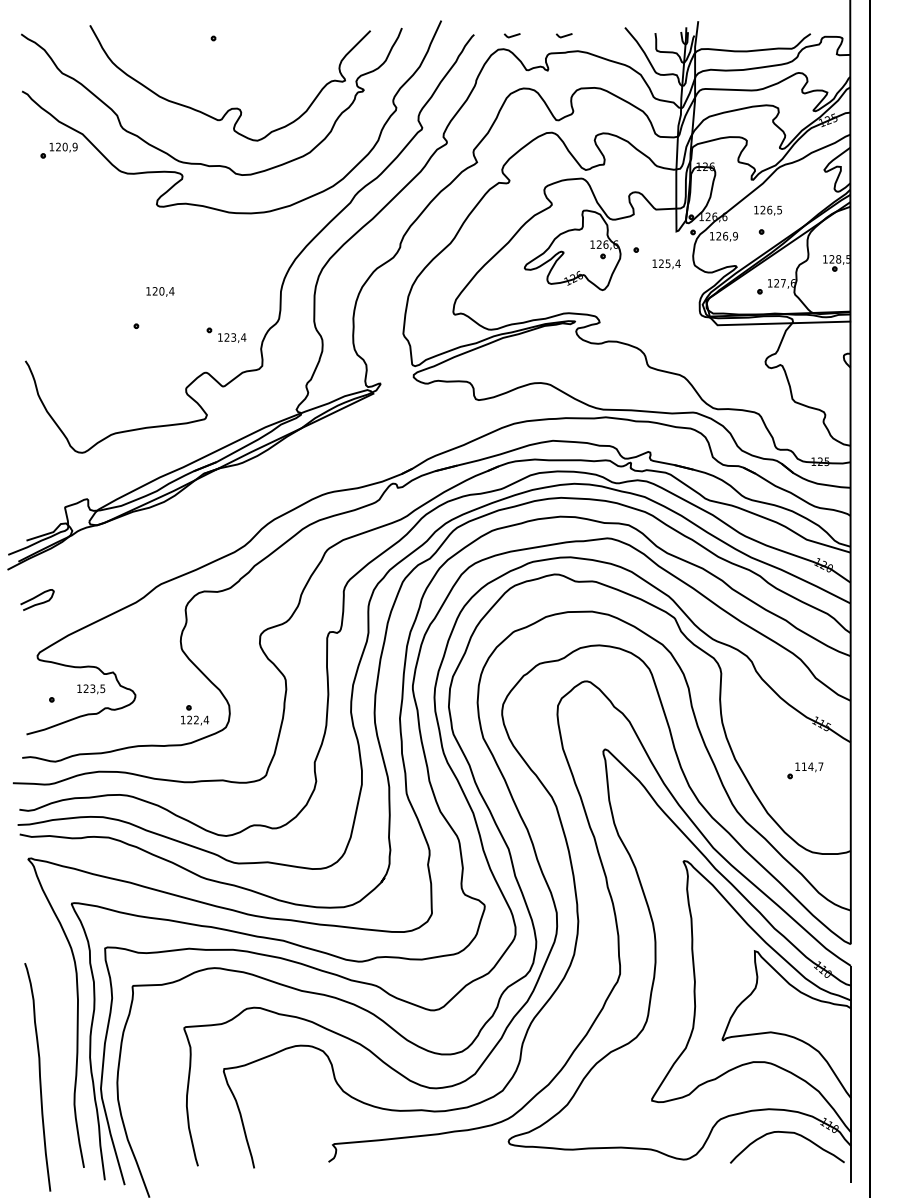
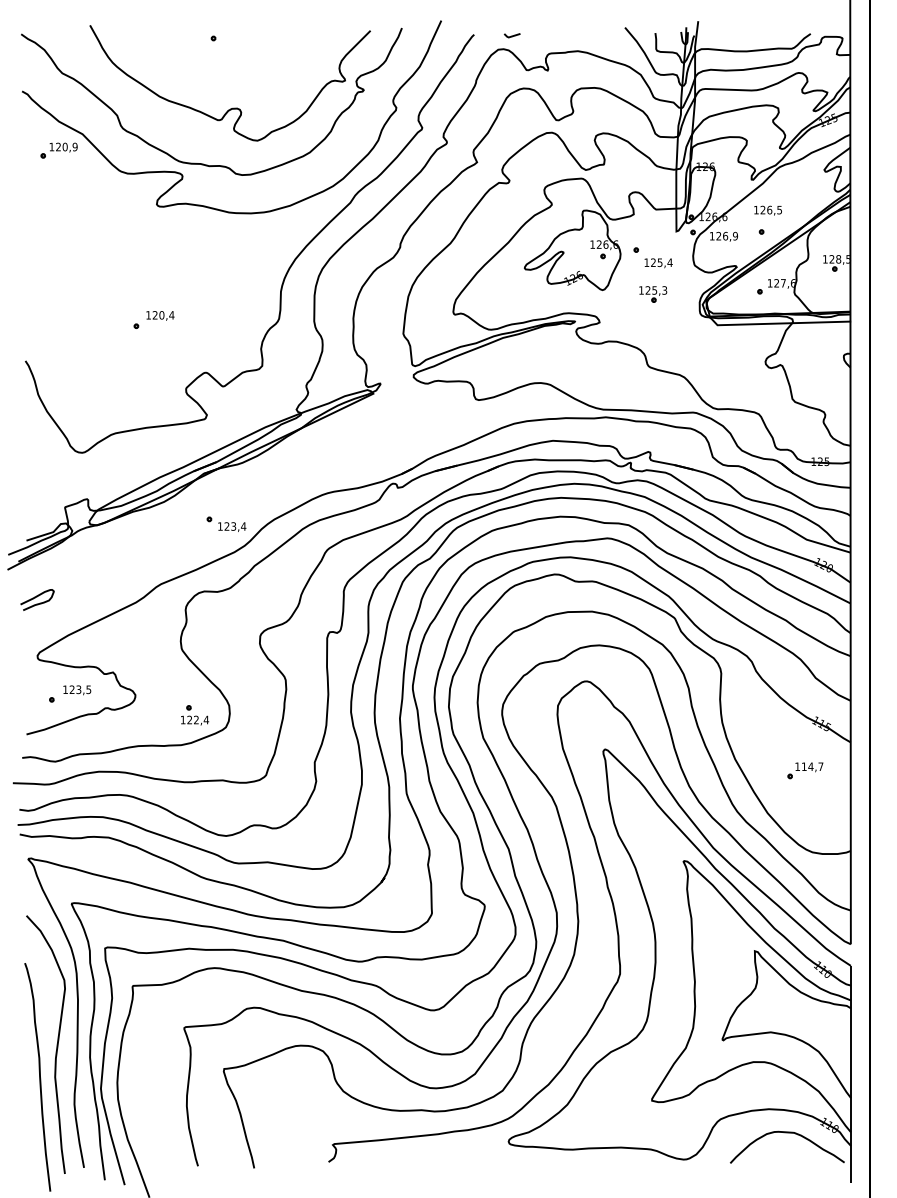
line at (563, 35): present -> none
text at (666, 264) position: (666, 264) -> (658, 263)
text at (160, 291) position: (160, 291) -> (160, 315)
part at (653, 294): none -> present
part at (226, 334) position: (226, 334) -> (226, 523)
text at (91, 689) position: (91, 689) -> (77, 690)
curve at (56, 1044): none -> present
